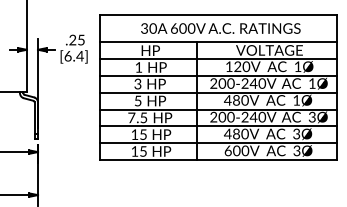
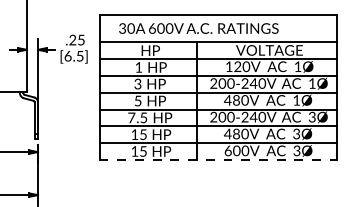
text at (220, 28) position: (220, 28) -> (198, 28)
text at (79, 56): [6.4] -> [6.5]
line at (218, 160): solid -> dashed
